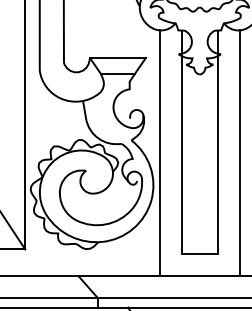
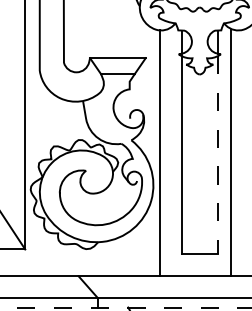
line at (239, 153) position: (239, 153) -> (230, 153)
line at (217, 155): solid -> dashed
line at (125, 307): solid -> dashed
